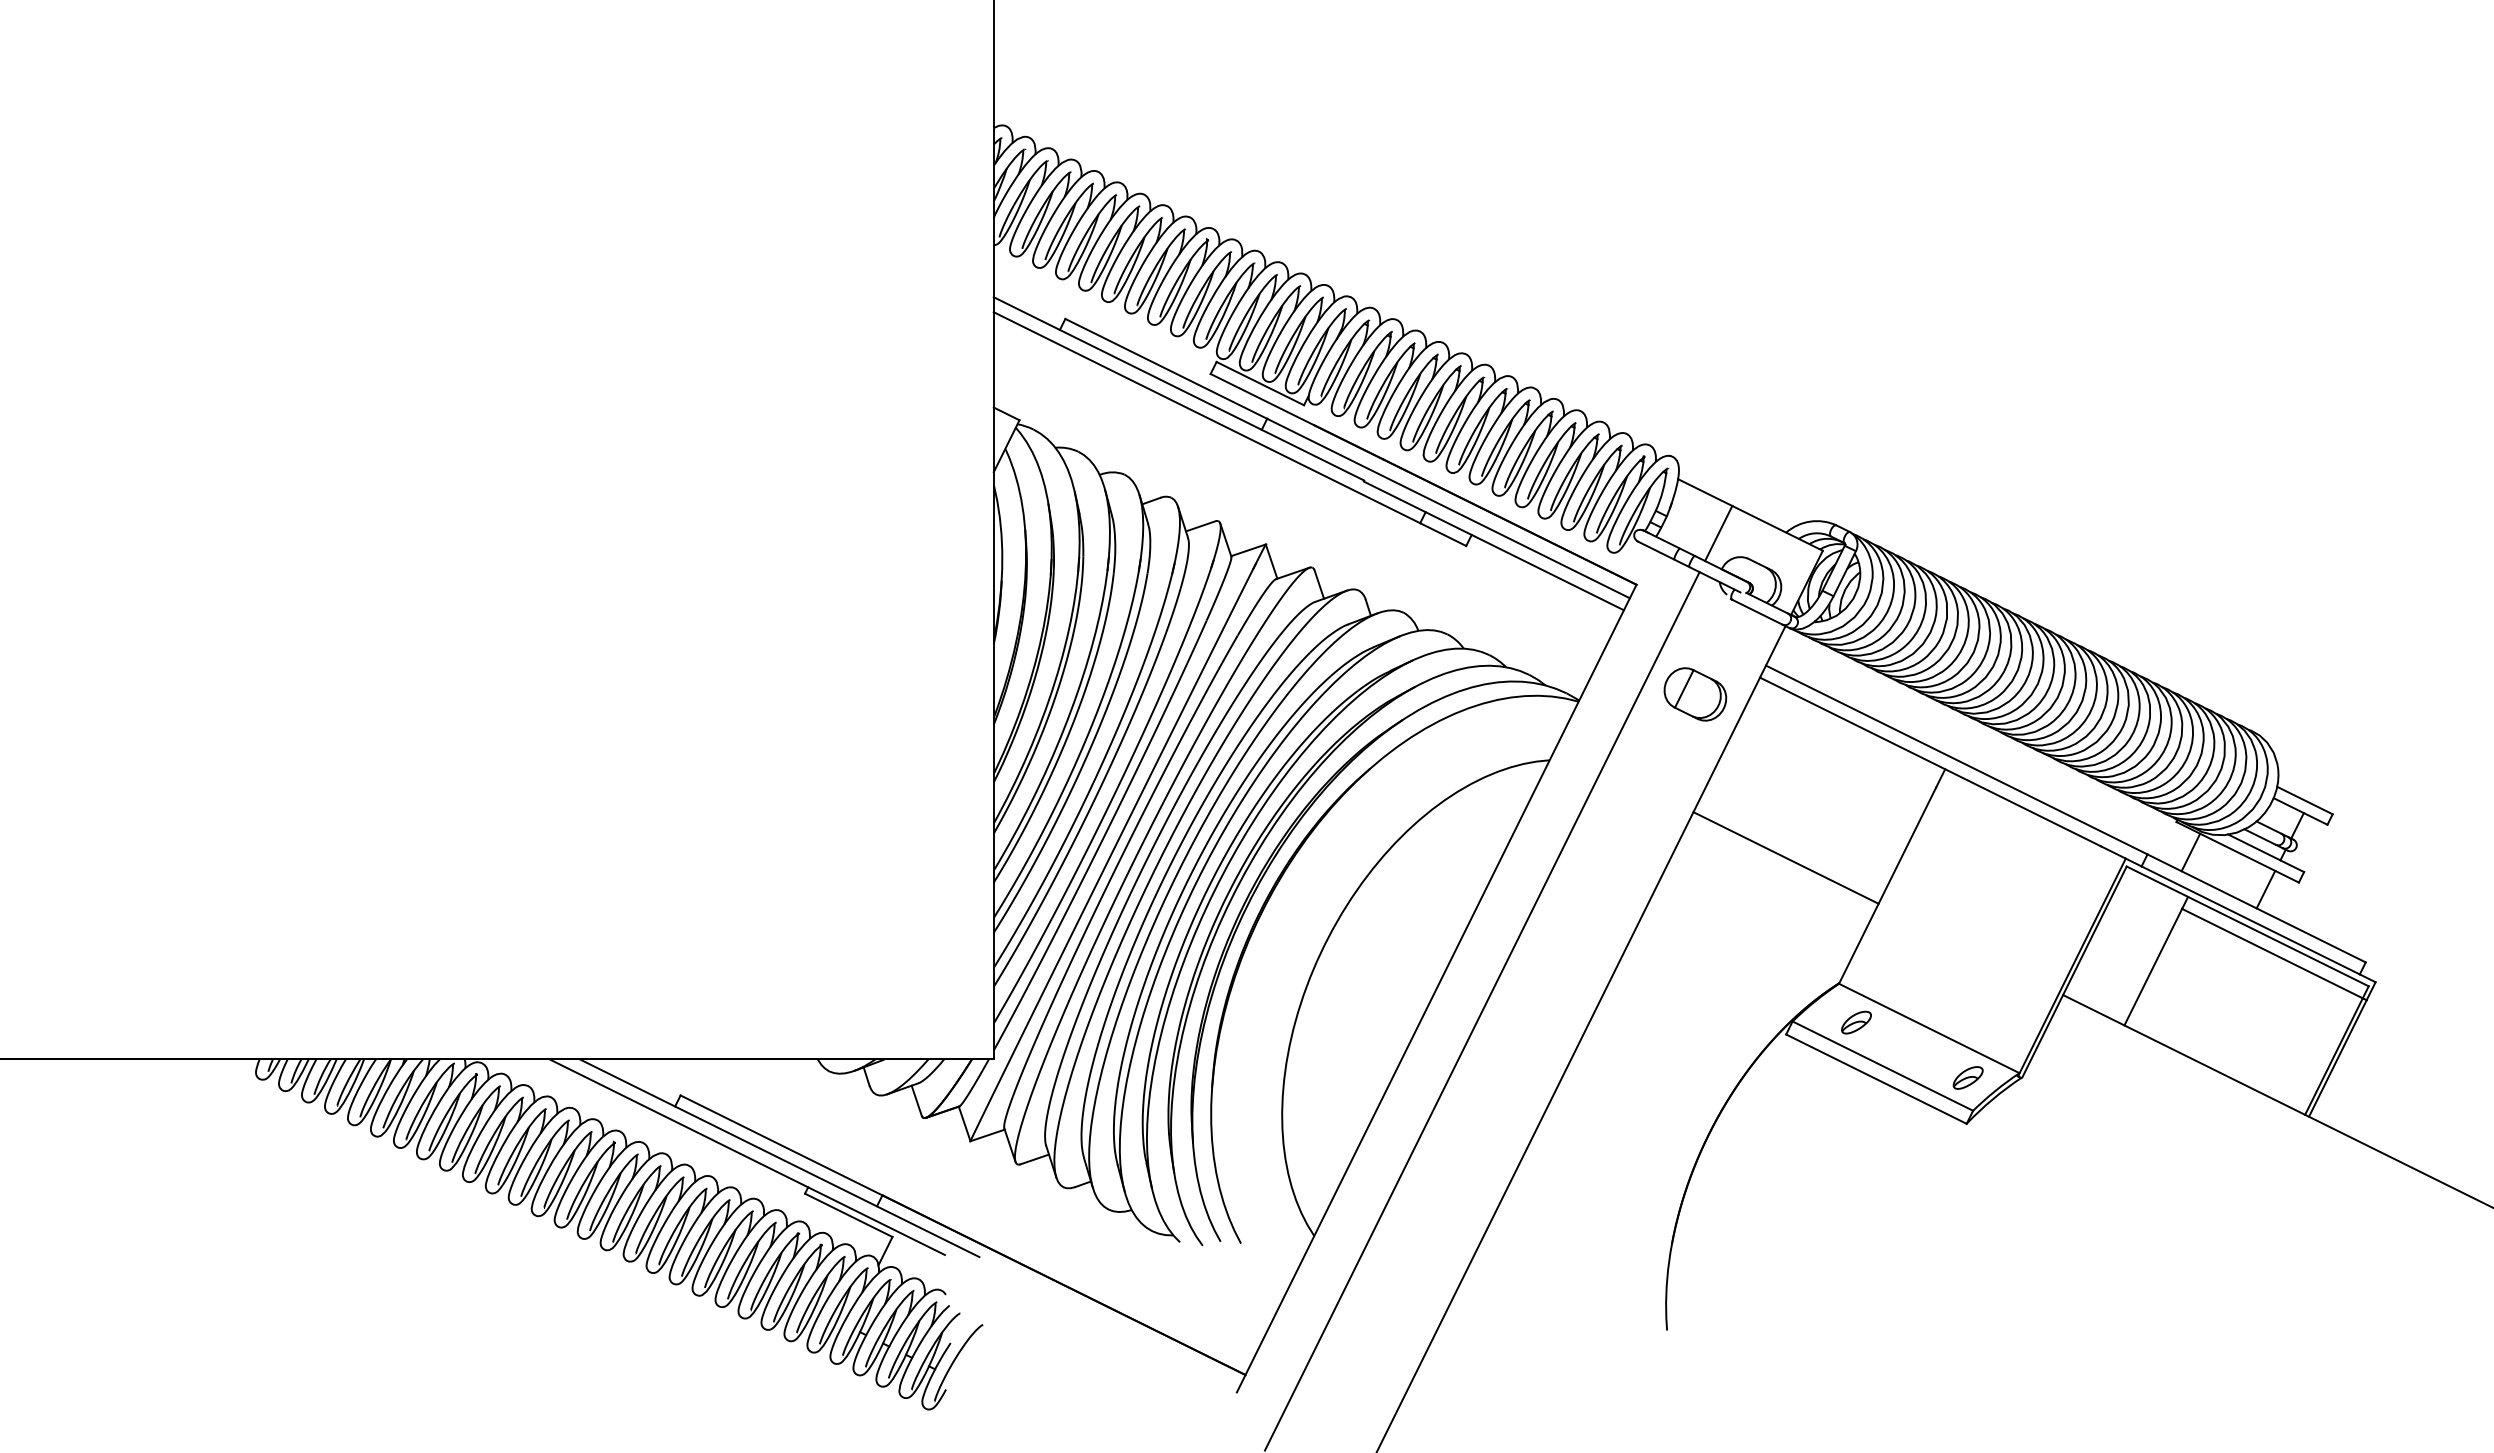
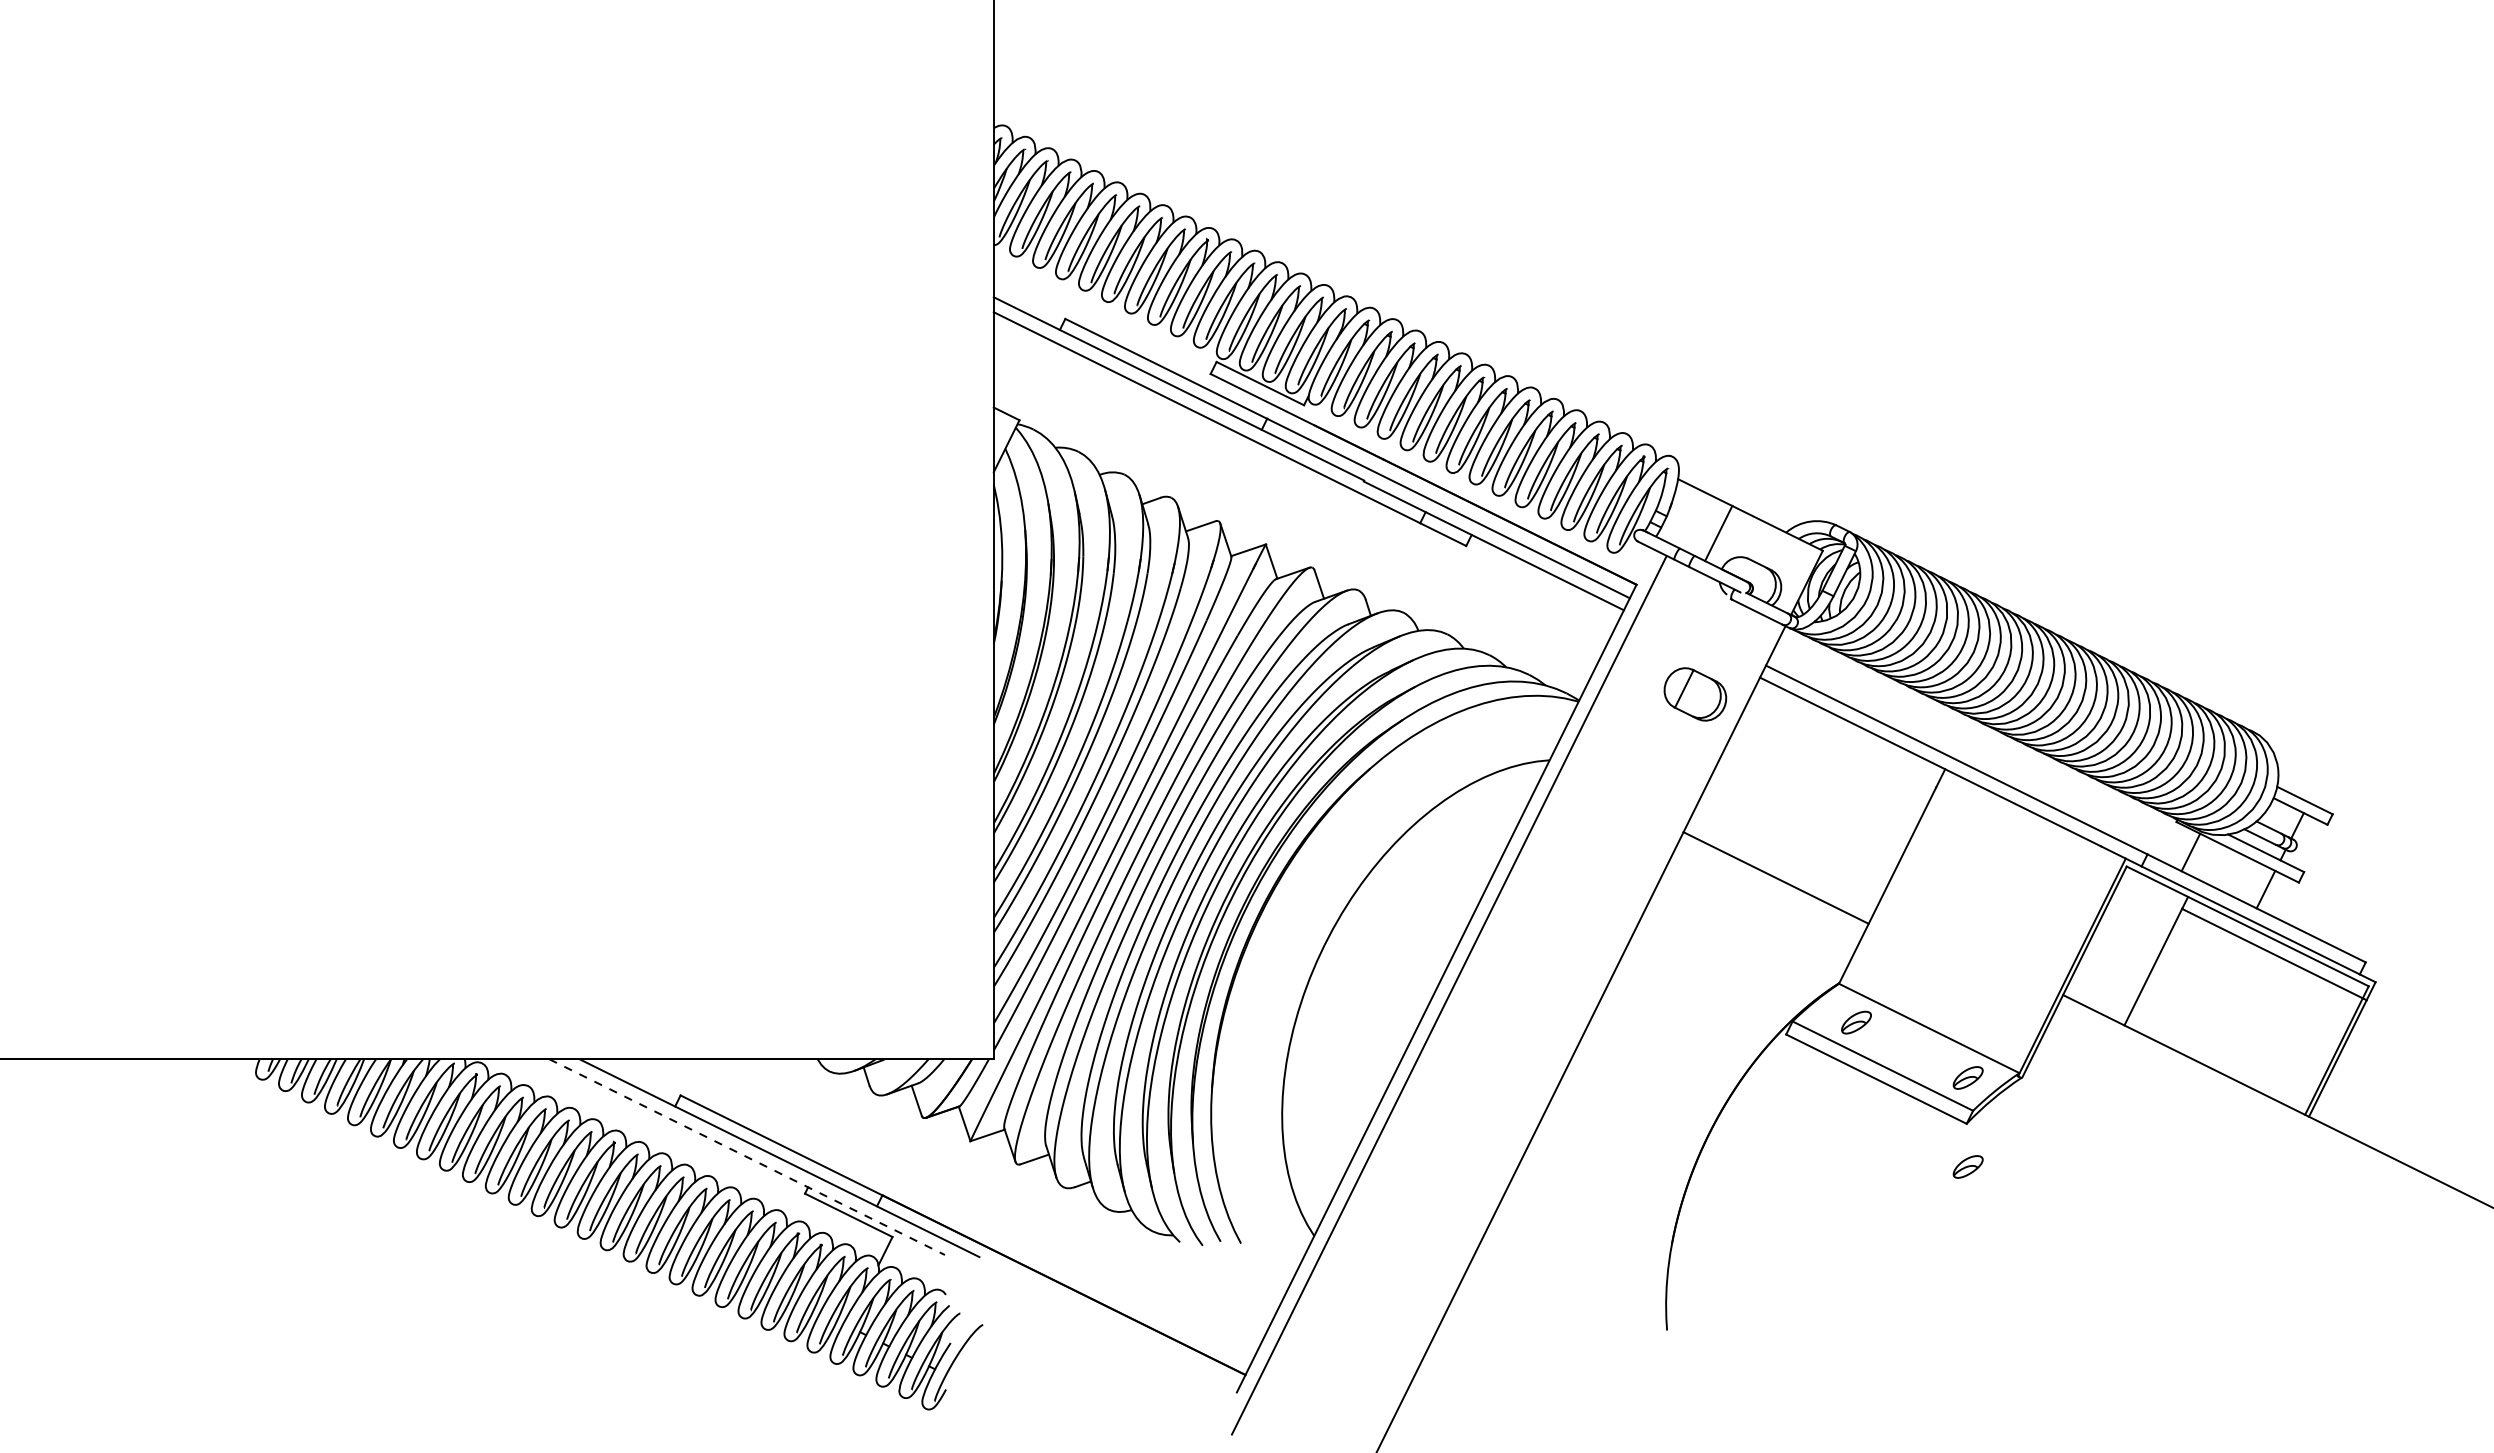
line at (1785, 857) position: (1785, 857) -> (1775, 877)
line at (1482, 1010) position: (1482, 1010) -> (1448, 995)
line at (747, 1157): solid -> dashed
part at (1967, 1166): none -> present
